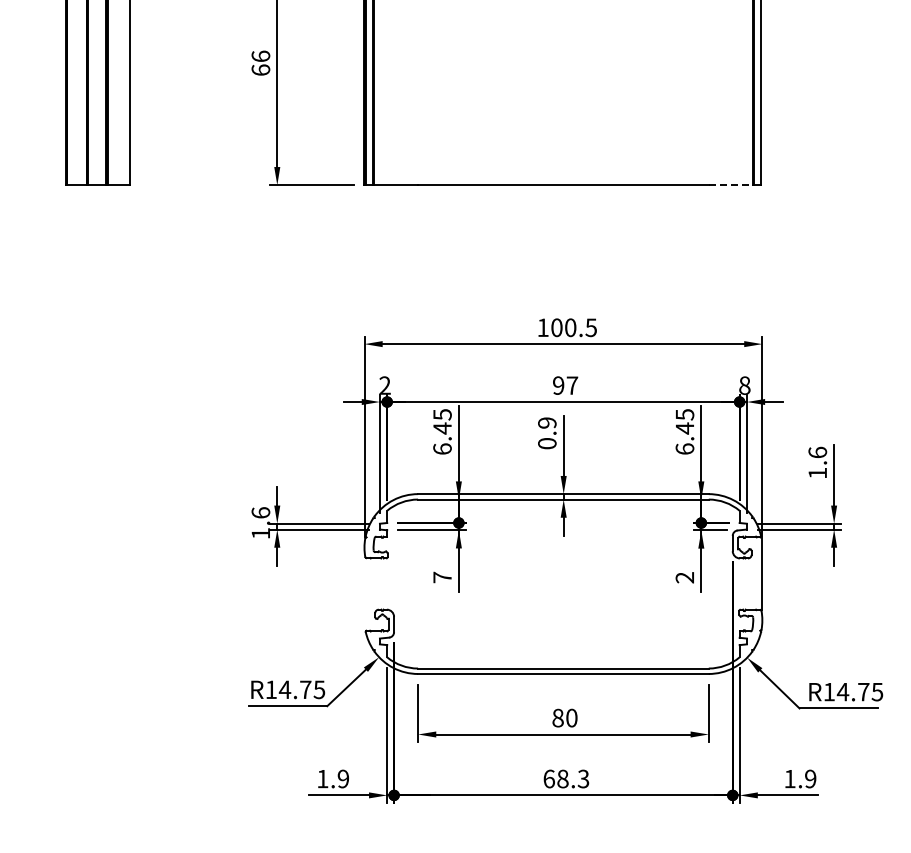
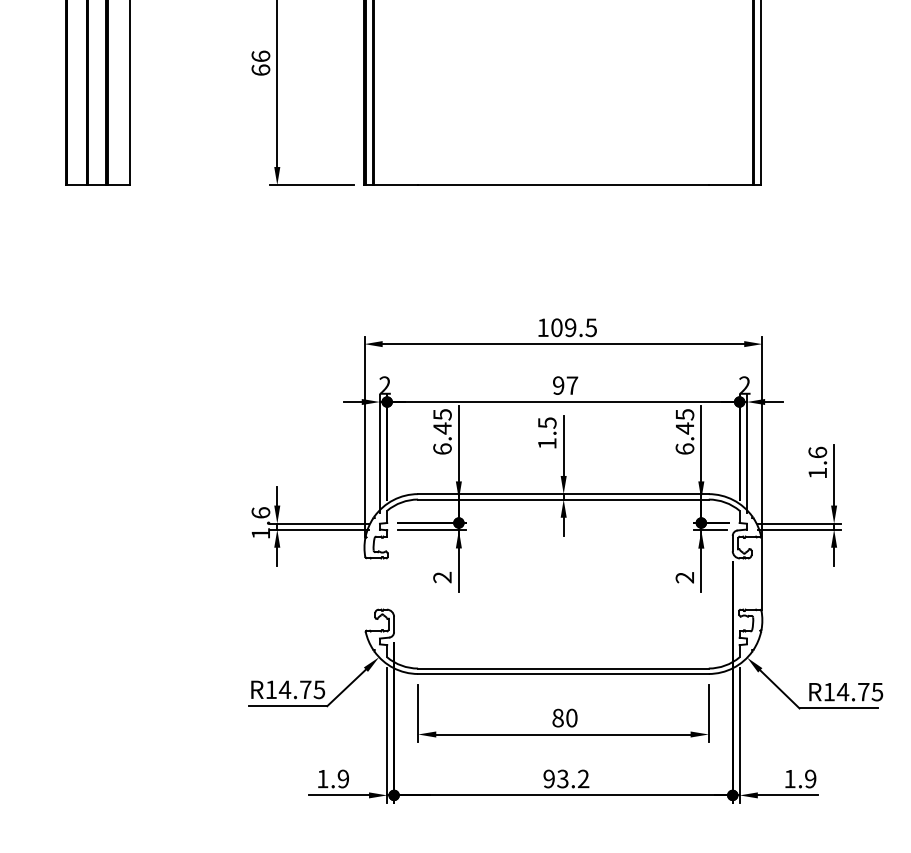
line at (730, 185): dashed -> solid
text at (570, 327): 100.5 -> 109.5
text at (744, 385): 8 -> 2
text at (547, 433): 0.9 -> 1.5
text at (442, 577): 7 -> 2
text at (566, 778): 68.3 -> 93.2
